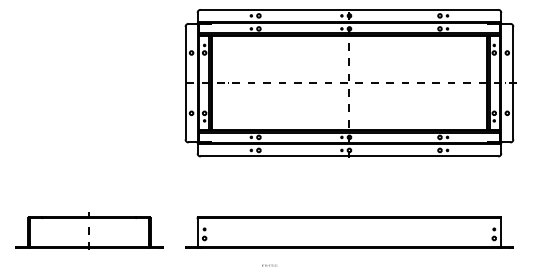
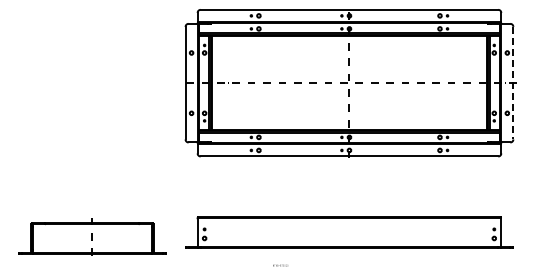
line at (513, 83): solid -> dashed
part at (89, 230) position: (89, 230) -> (92, 236)
text at (269, 265) position: (269, 265) -> (280, 265)
